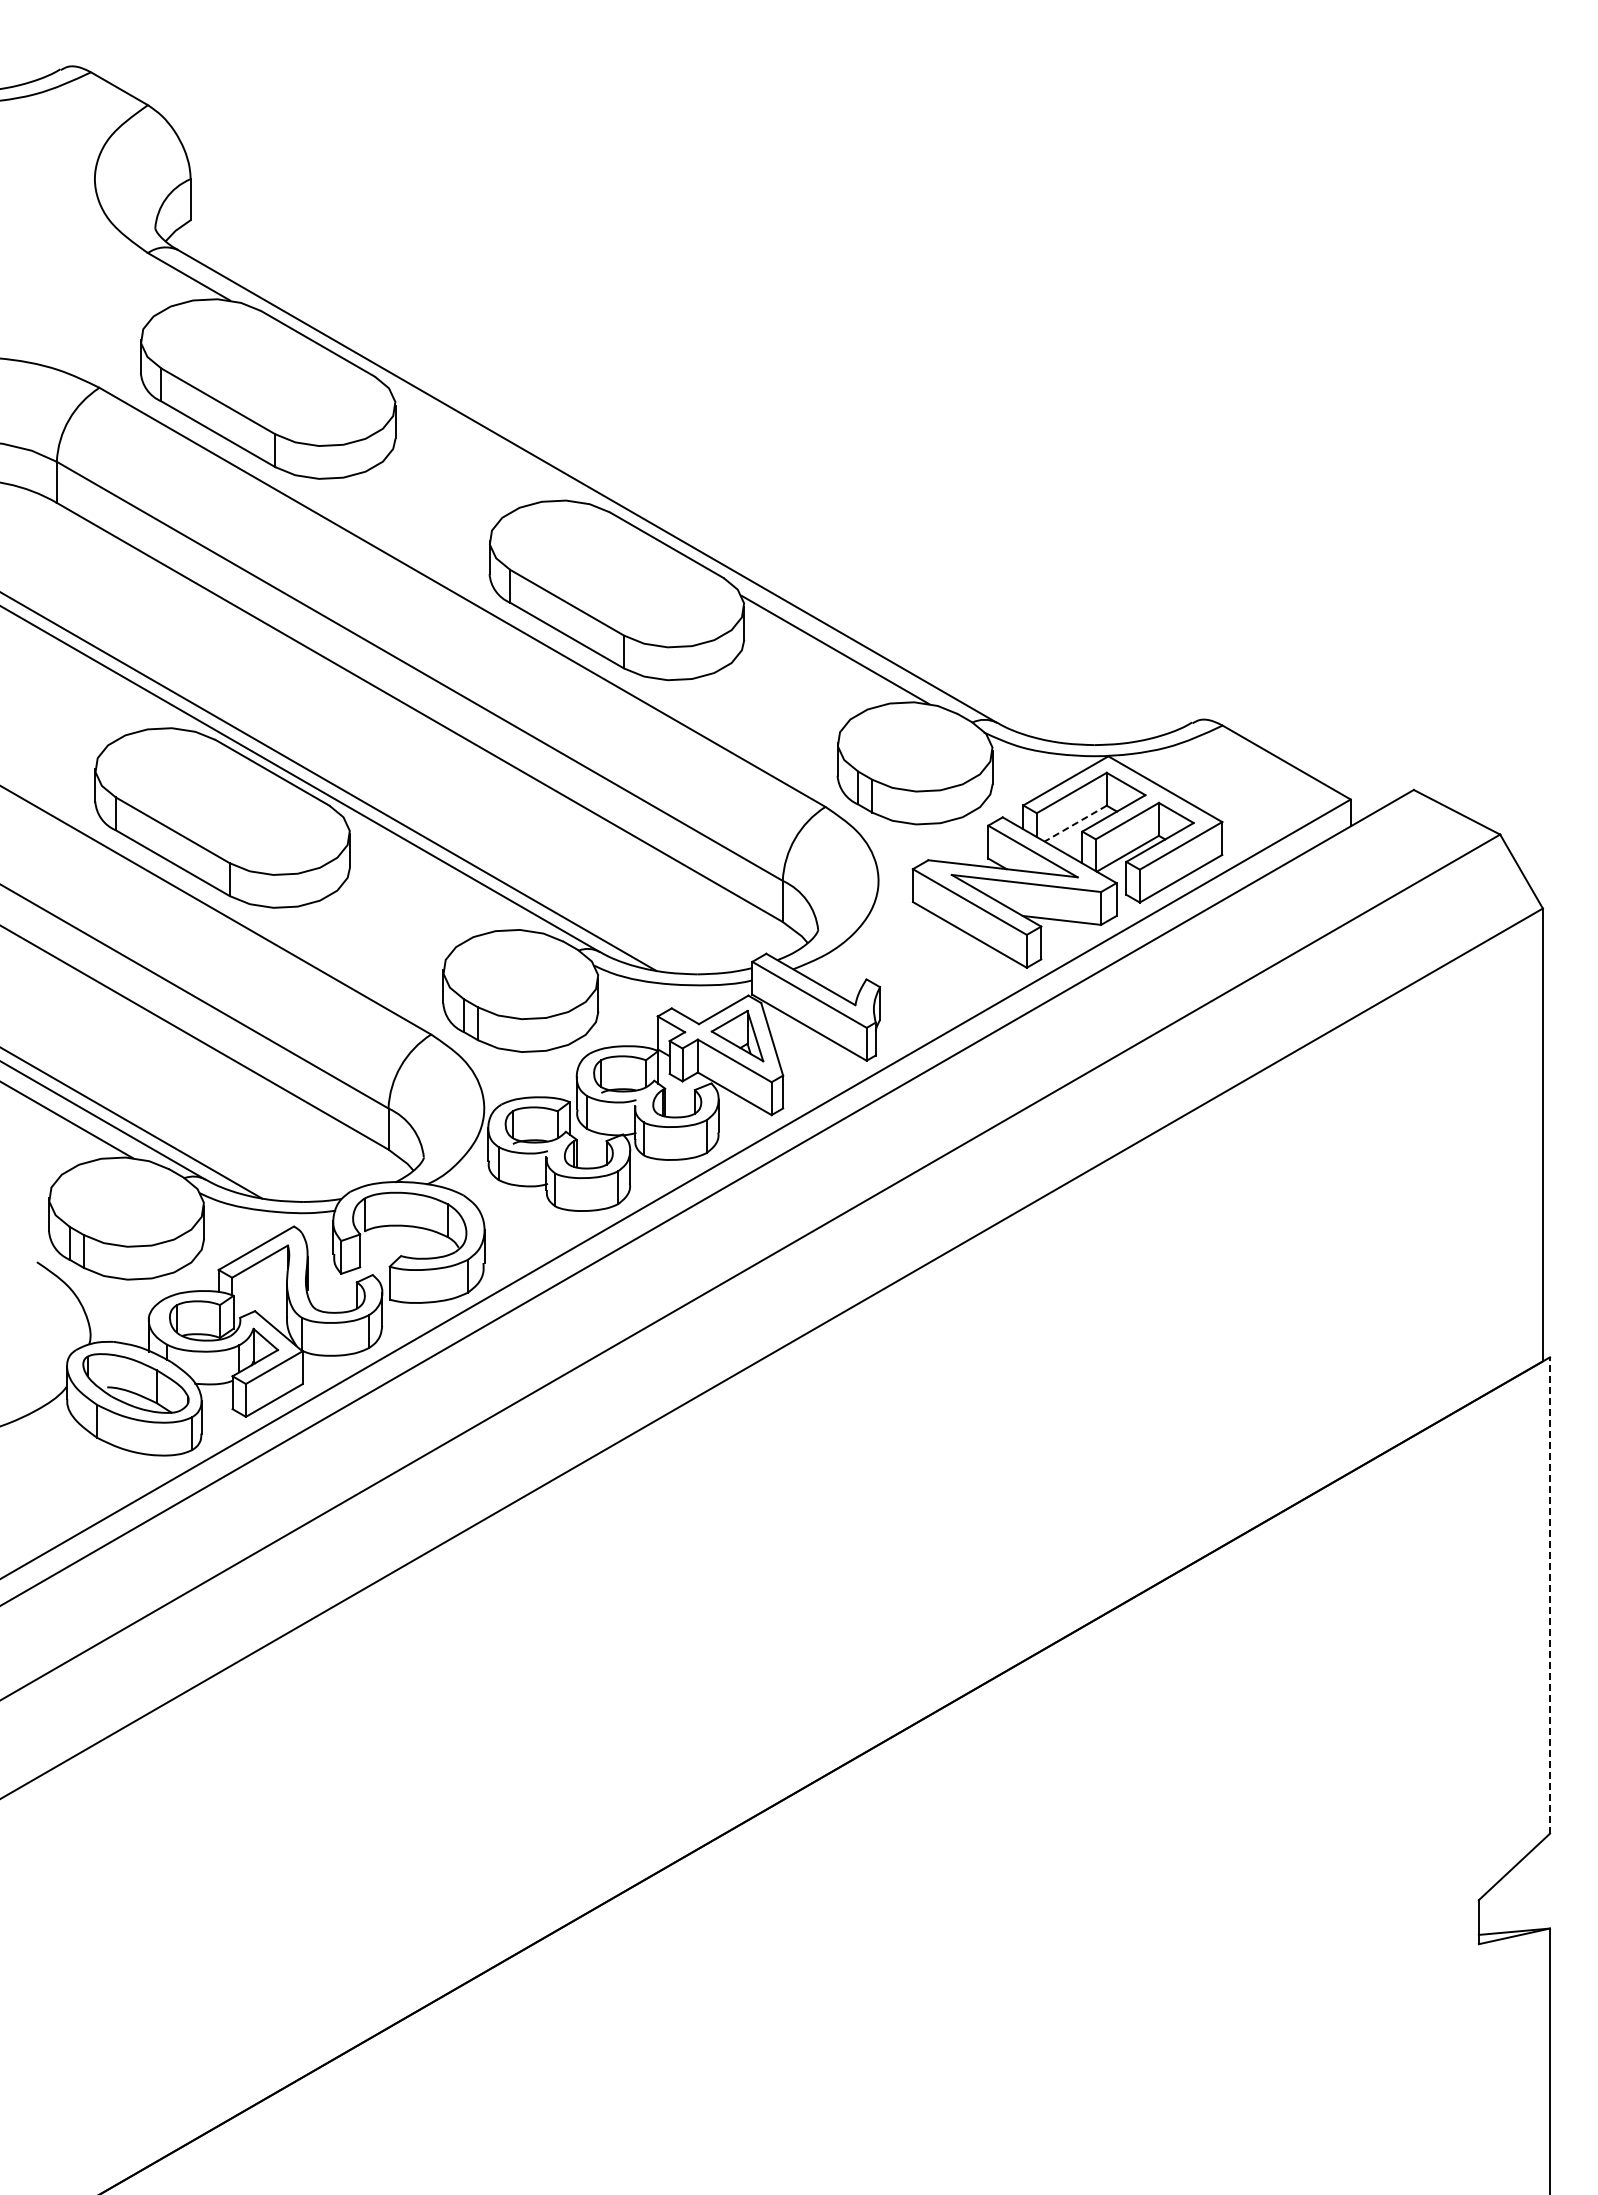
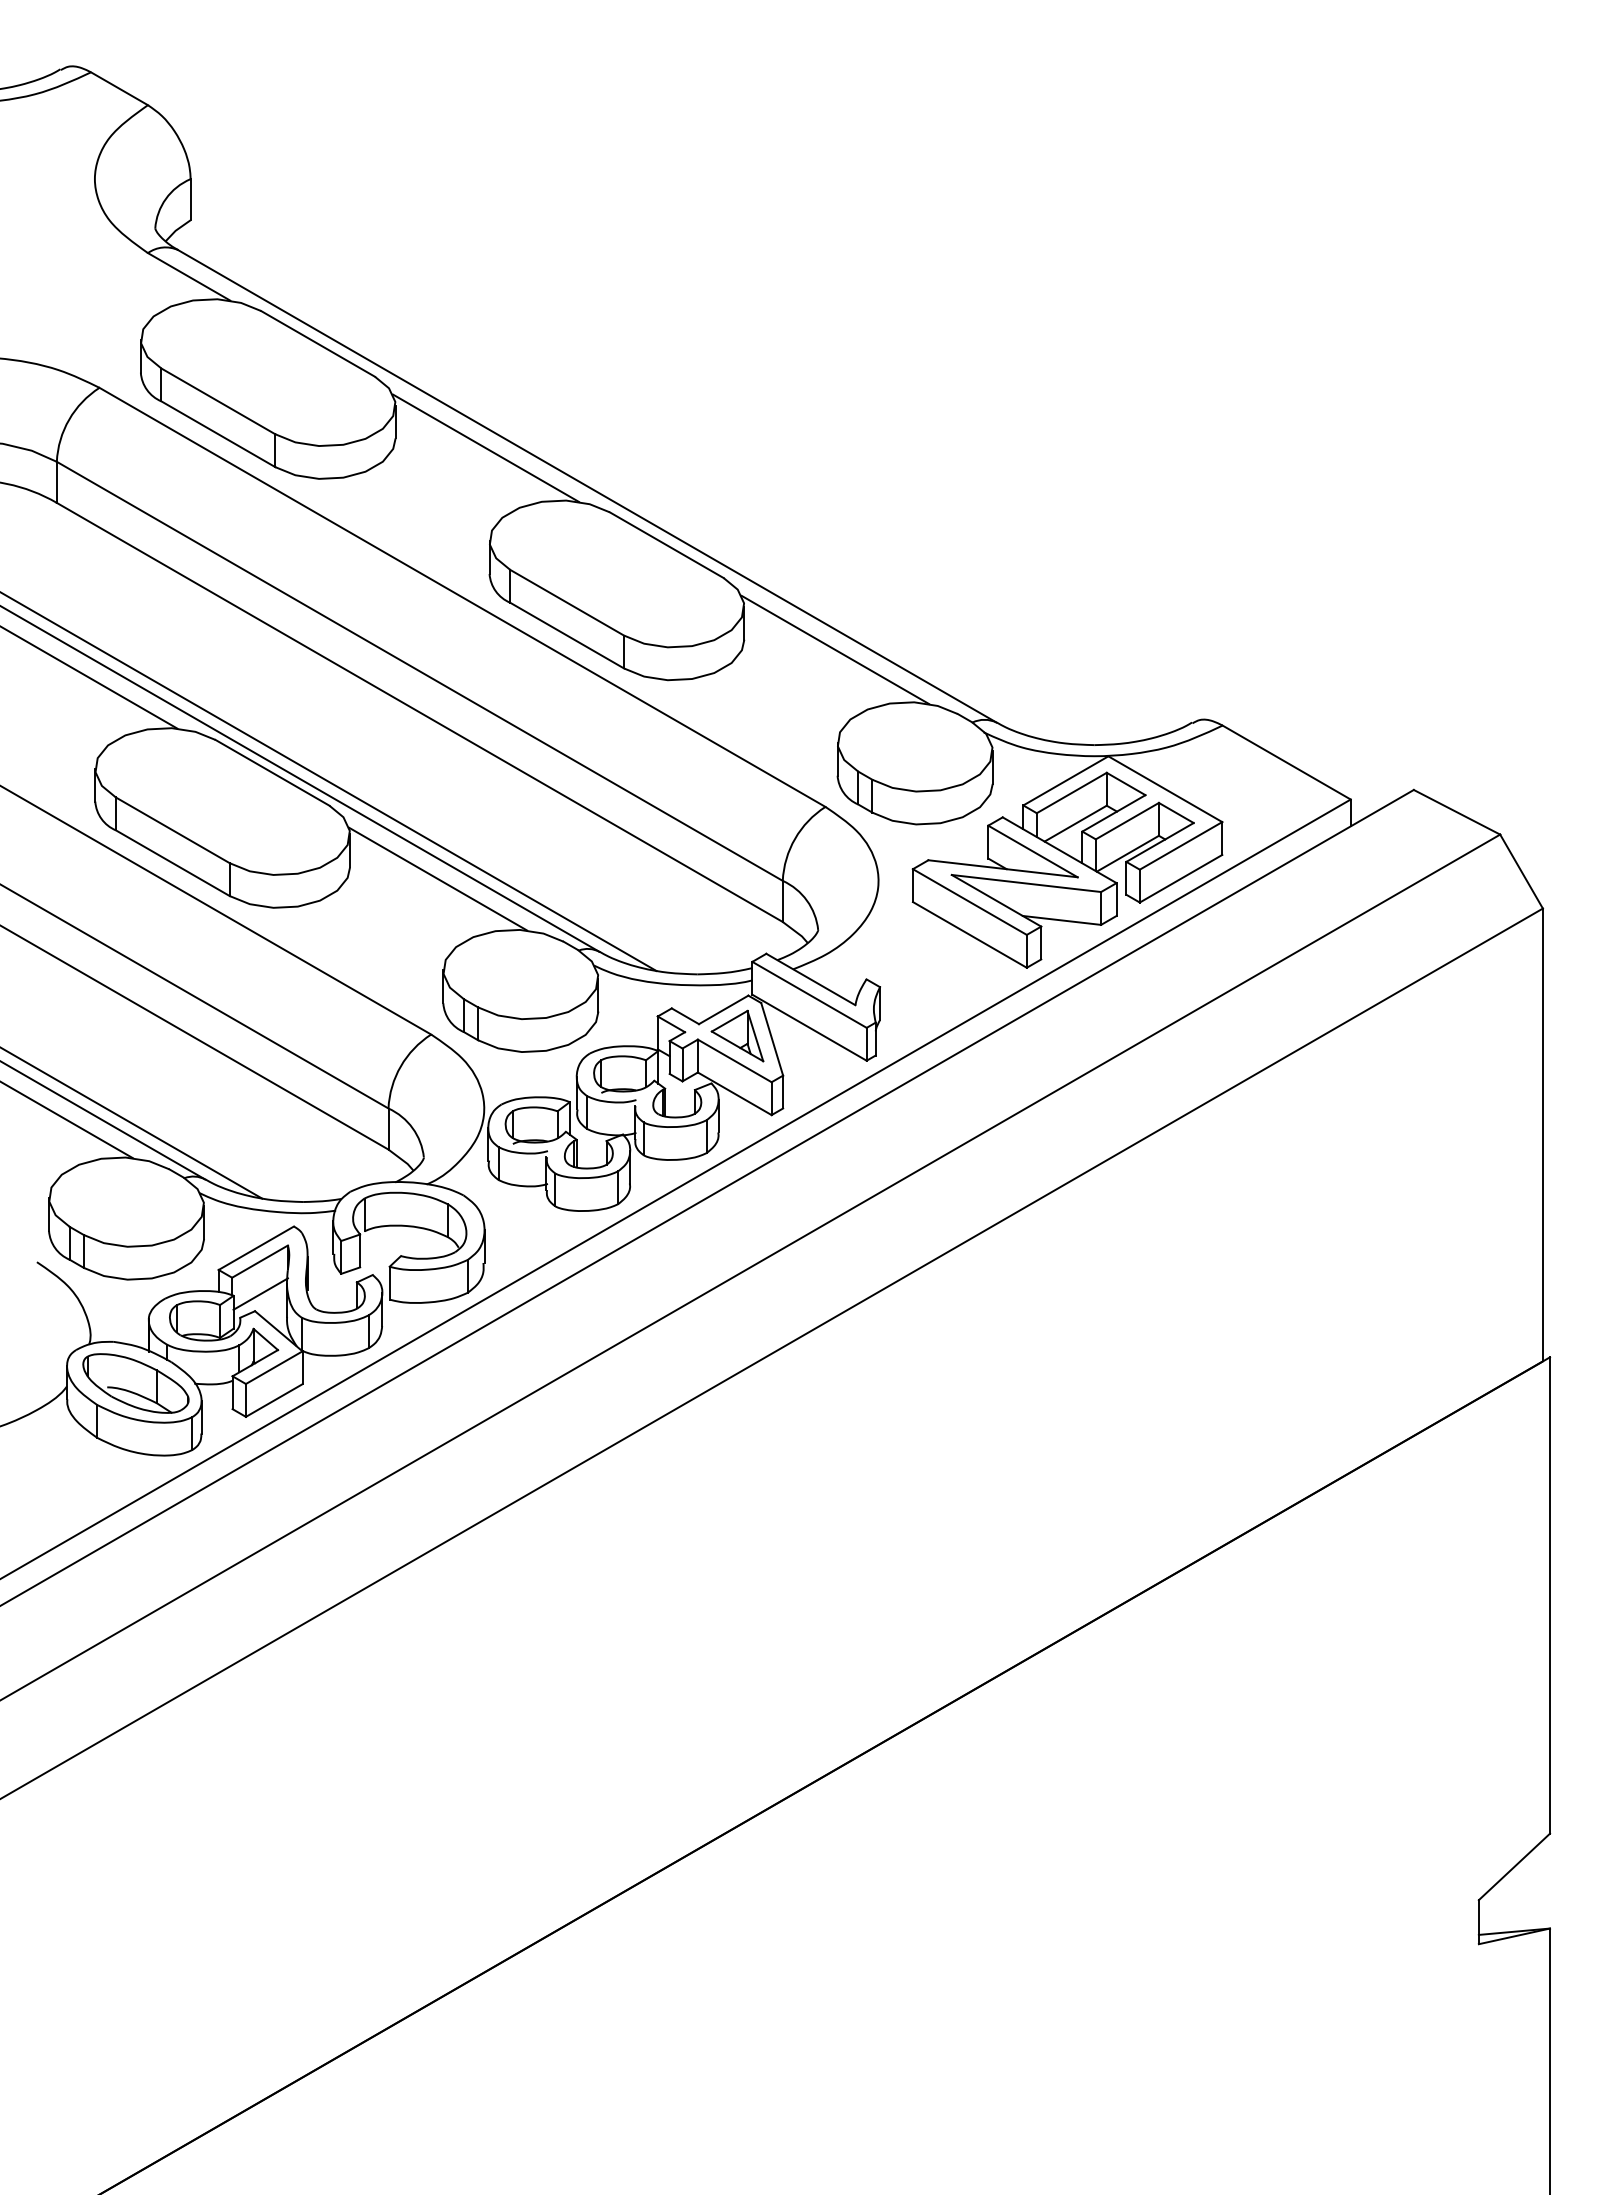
line at (486, 447): none -> present
line at (89, 677): none -> present
line at (1075, 823): dashed -> solid
line at (438, 878): none -> present
line at (260, 1293): none -> present
line at (1550, 1594): dashed -> solid
